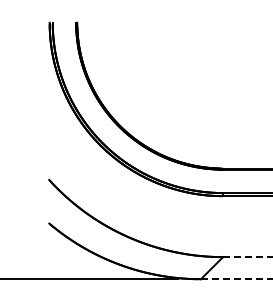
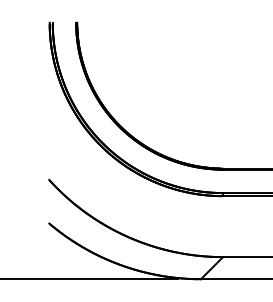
line at (248, 257): dashed -> solid
line at (236, 279): dashed -> solid
